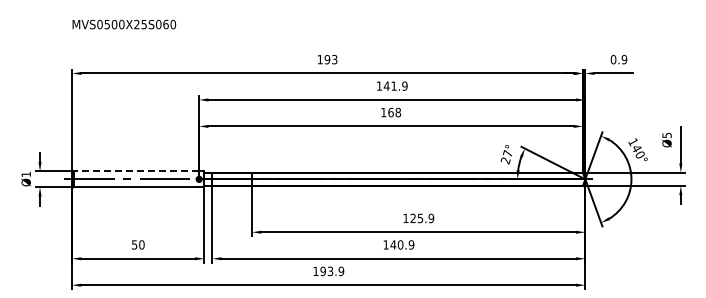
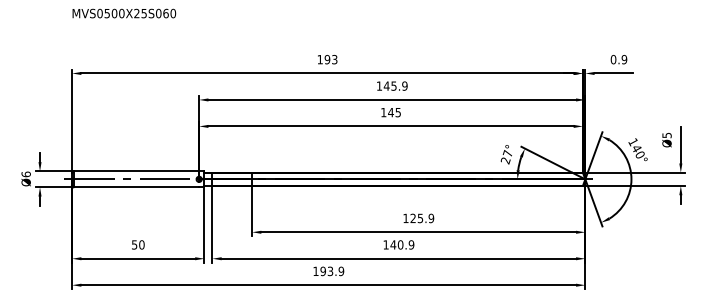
text at (124, 24) position: (124, 24) -> (124, 13)
text at (393, 85): 141.9 -> 145.9
text at (394, 112): 168 -> 145
line at (136, 171): dashed -> solid
text at (25, 174): Ø1 -> Ø6
